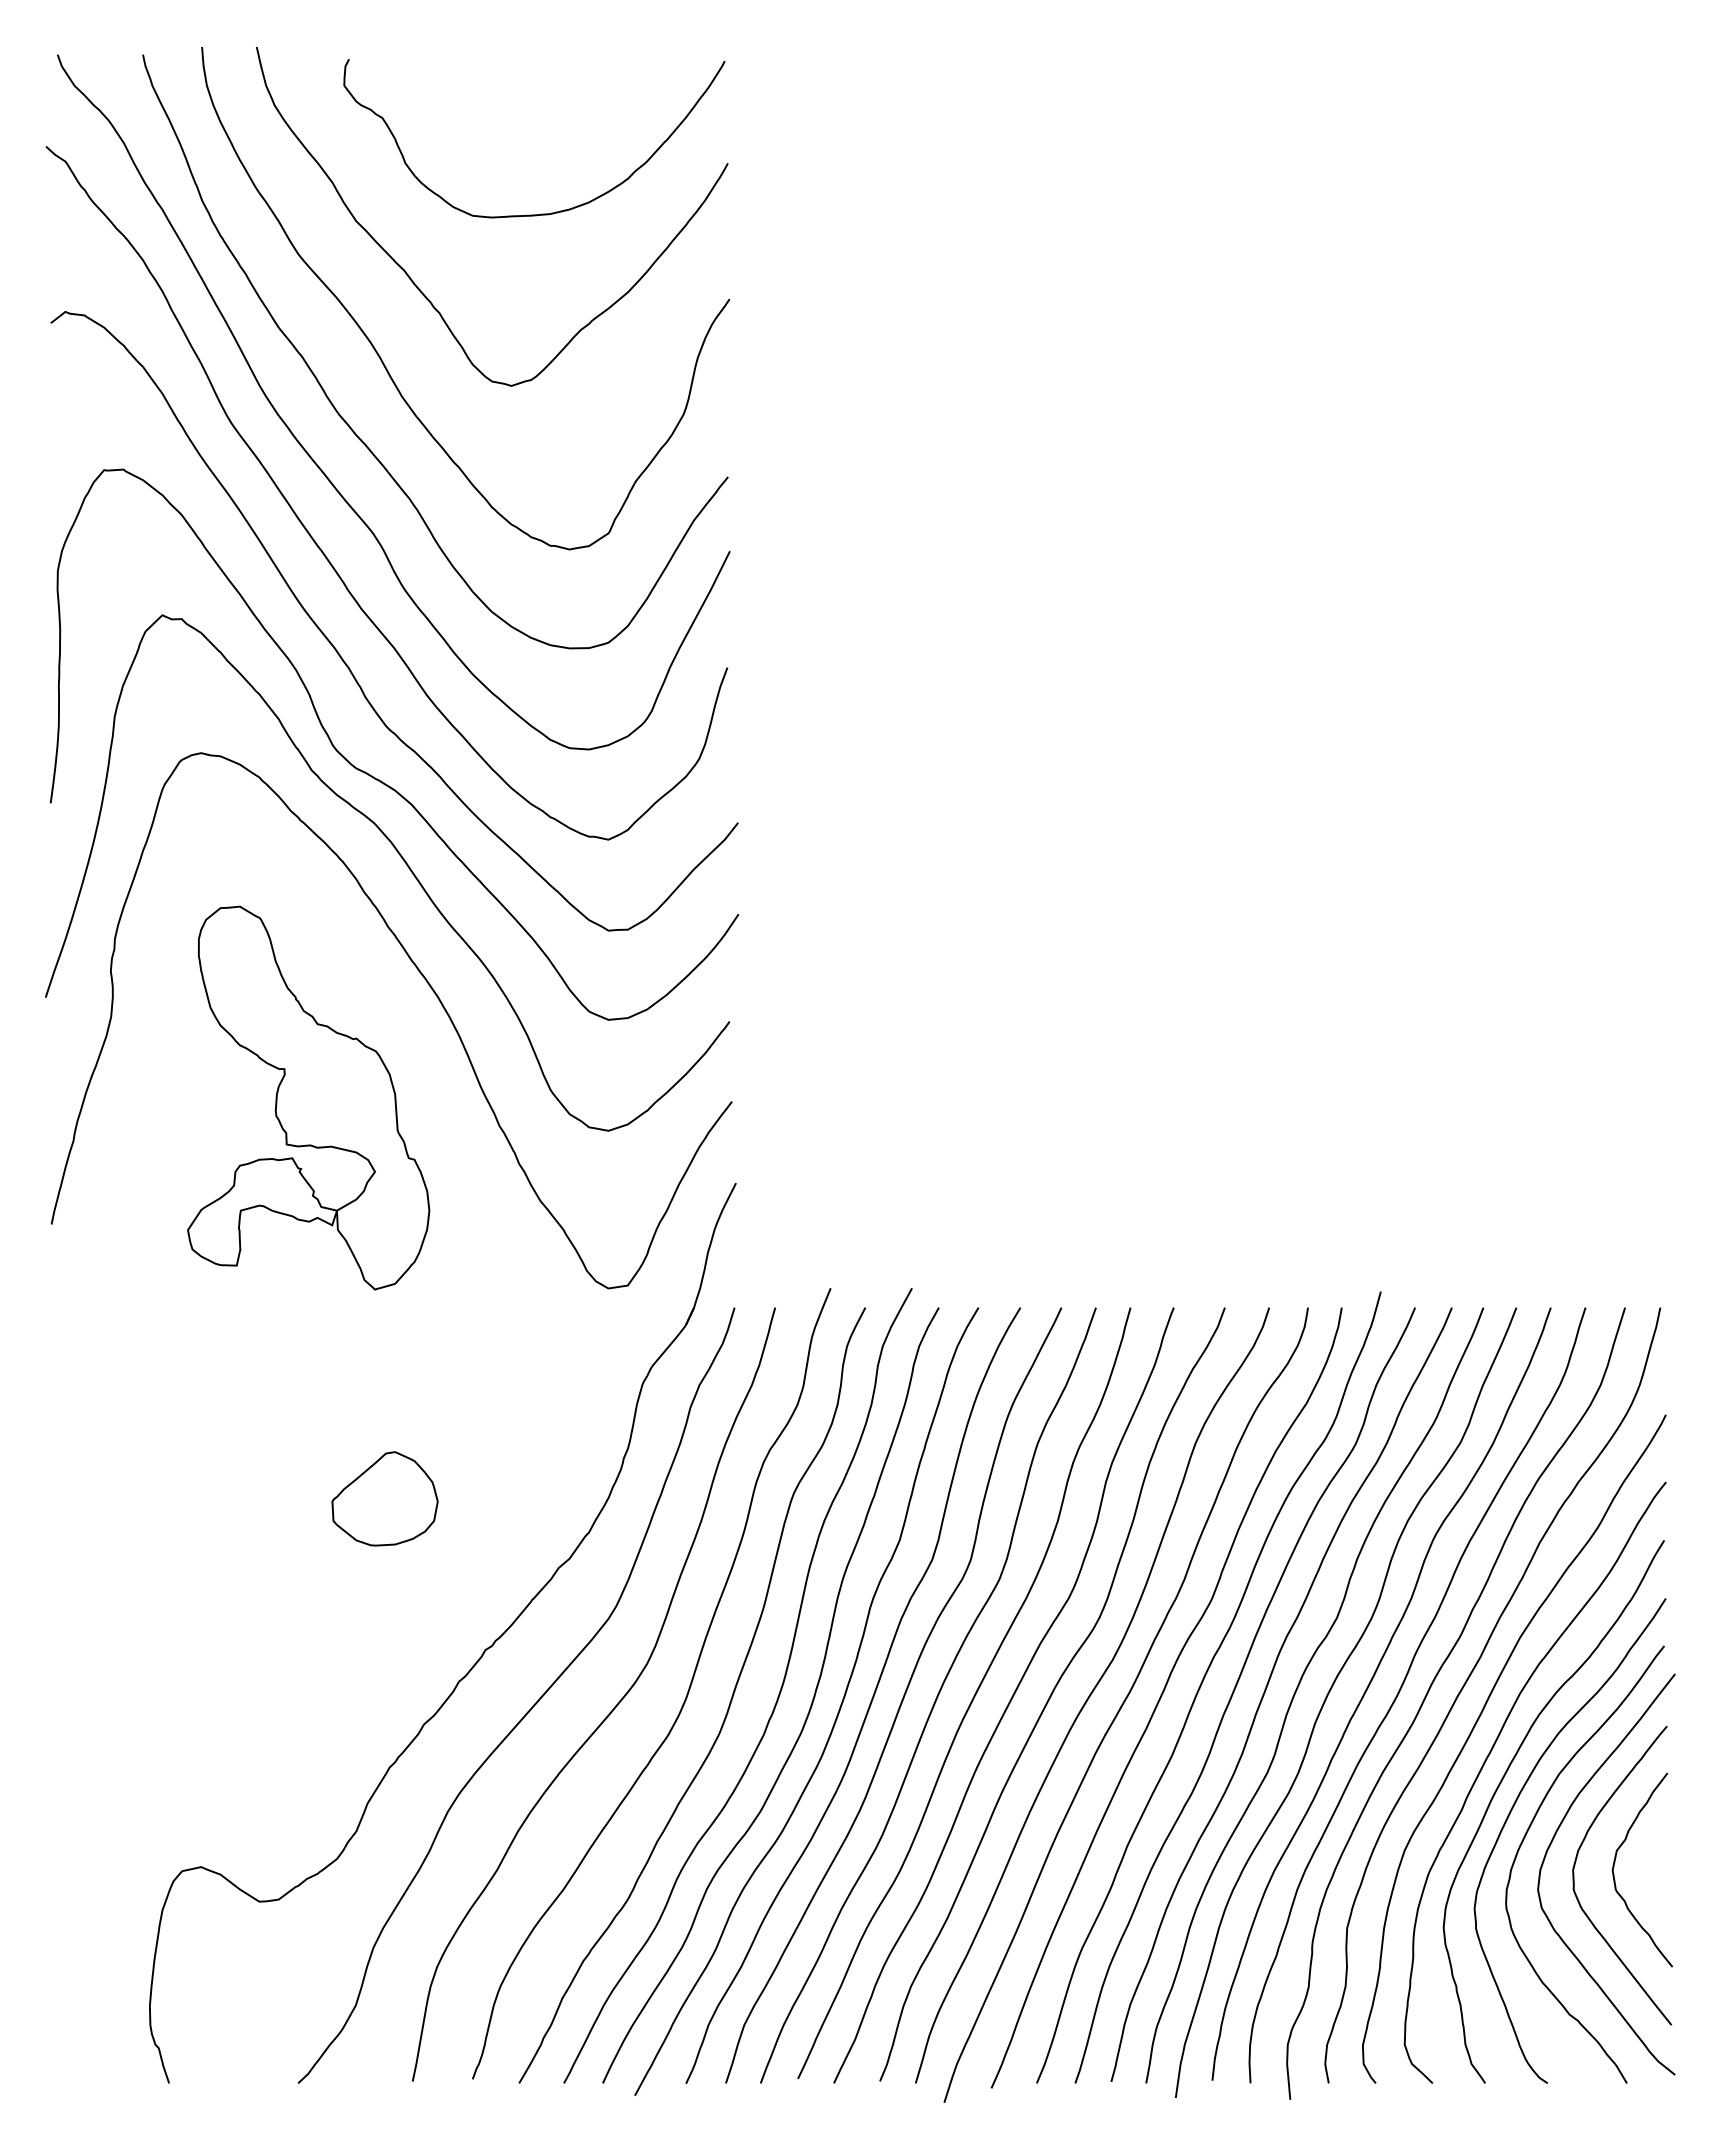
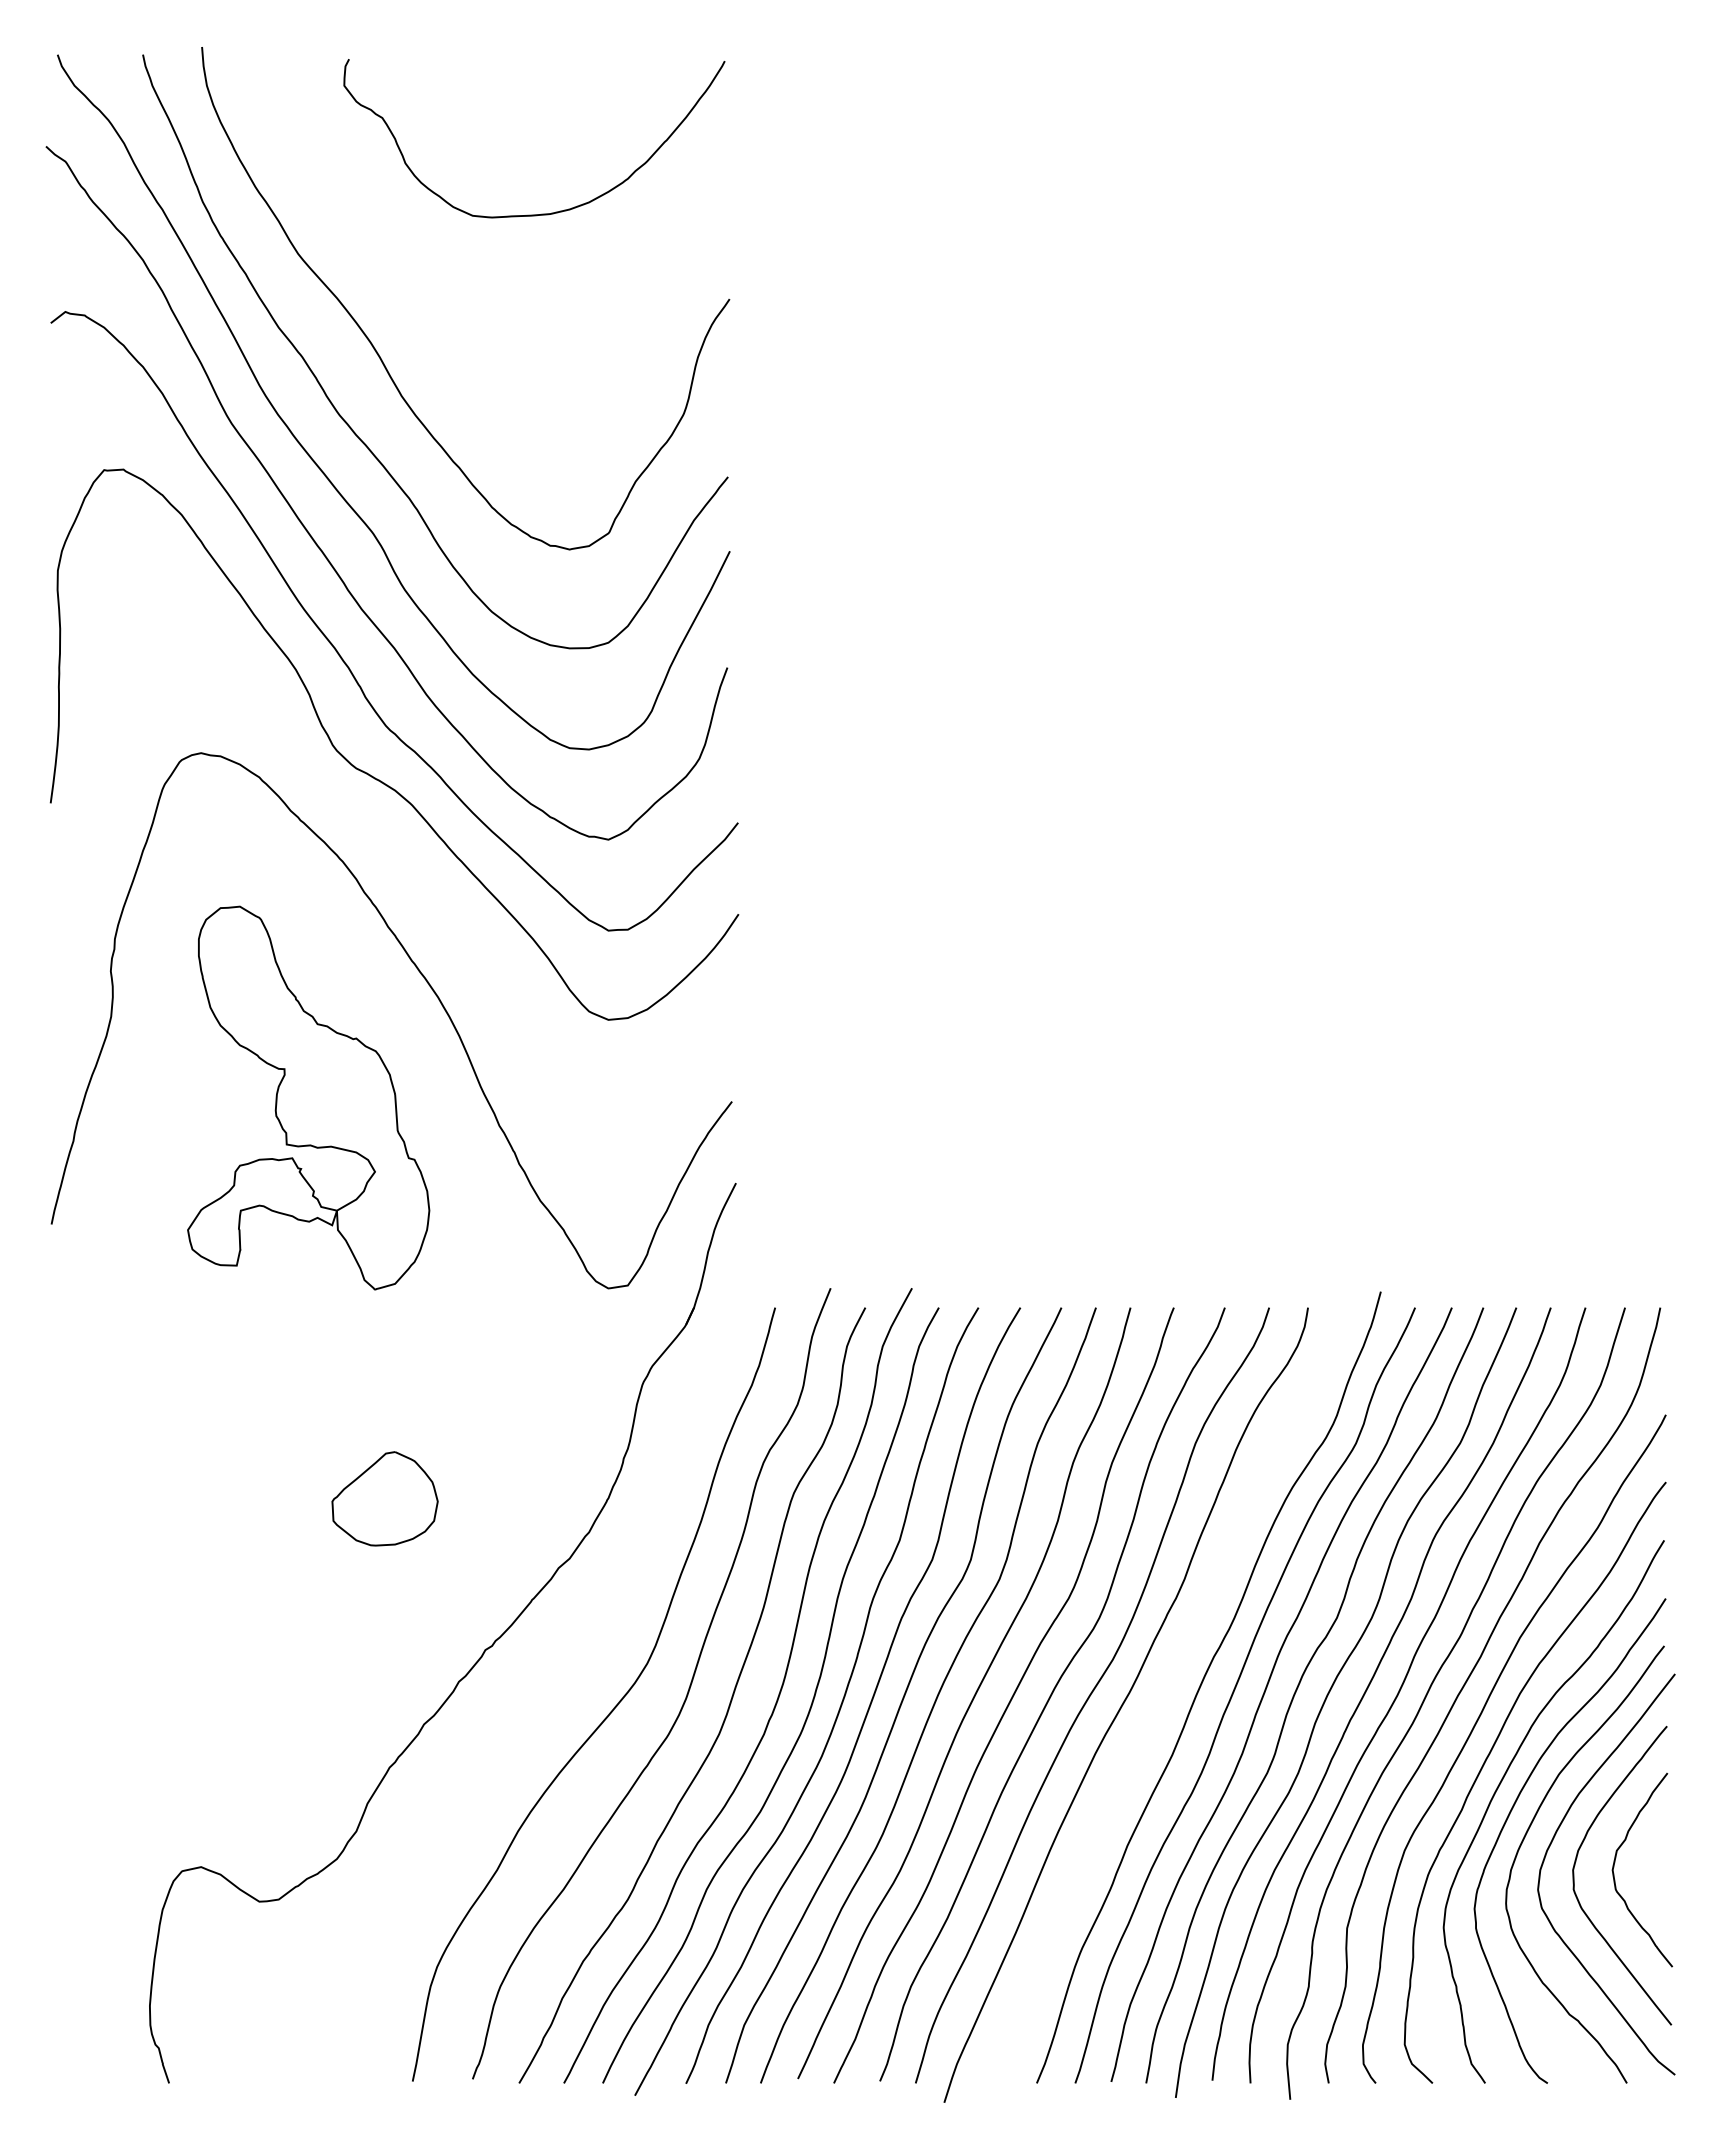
curve at (412, 279): present -> none
curve at (403, 861): present -> none
curve at (1162, 1695): present -> none
curve at (532, 1705): present -> none
